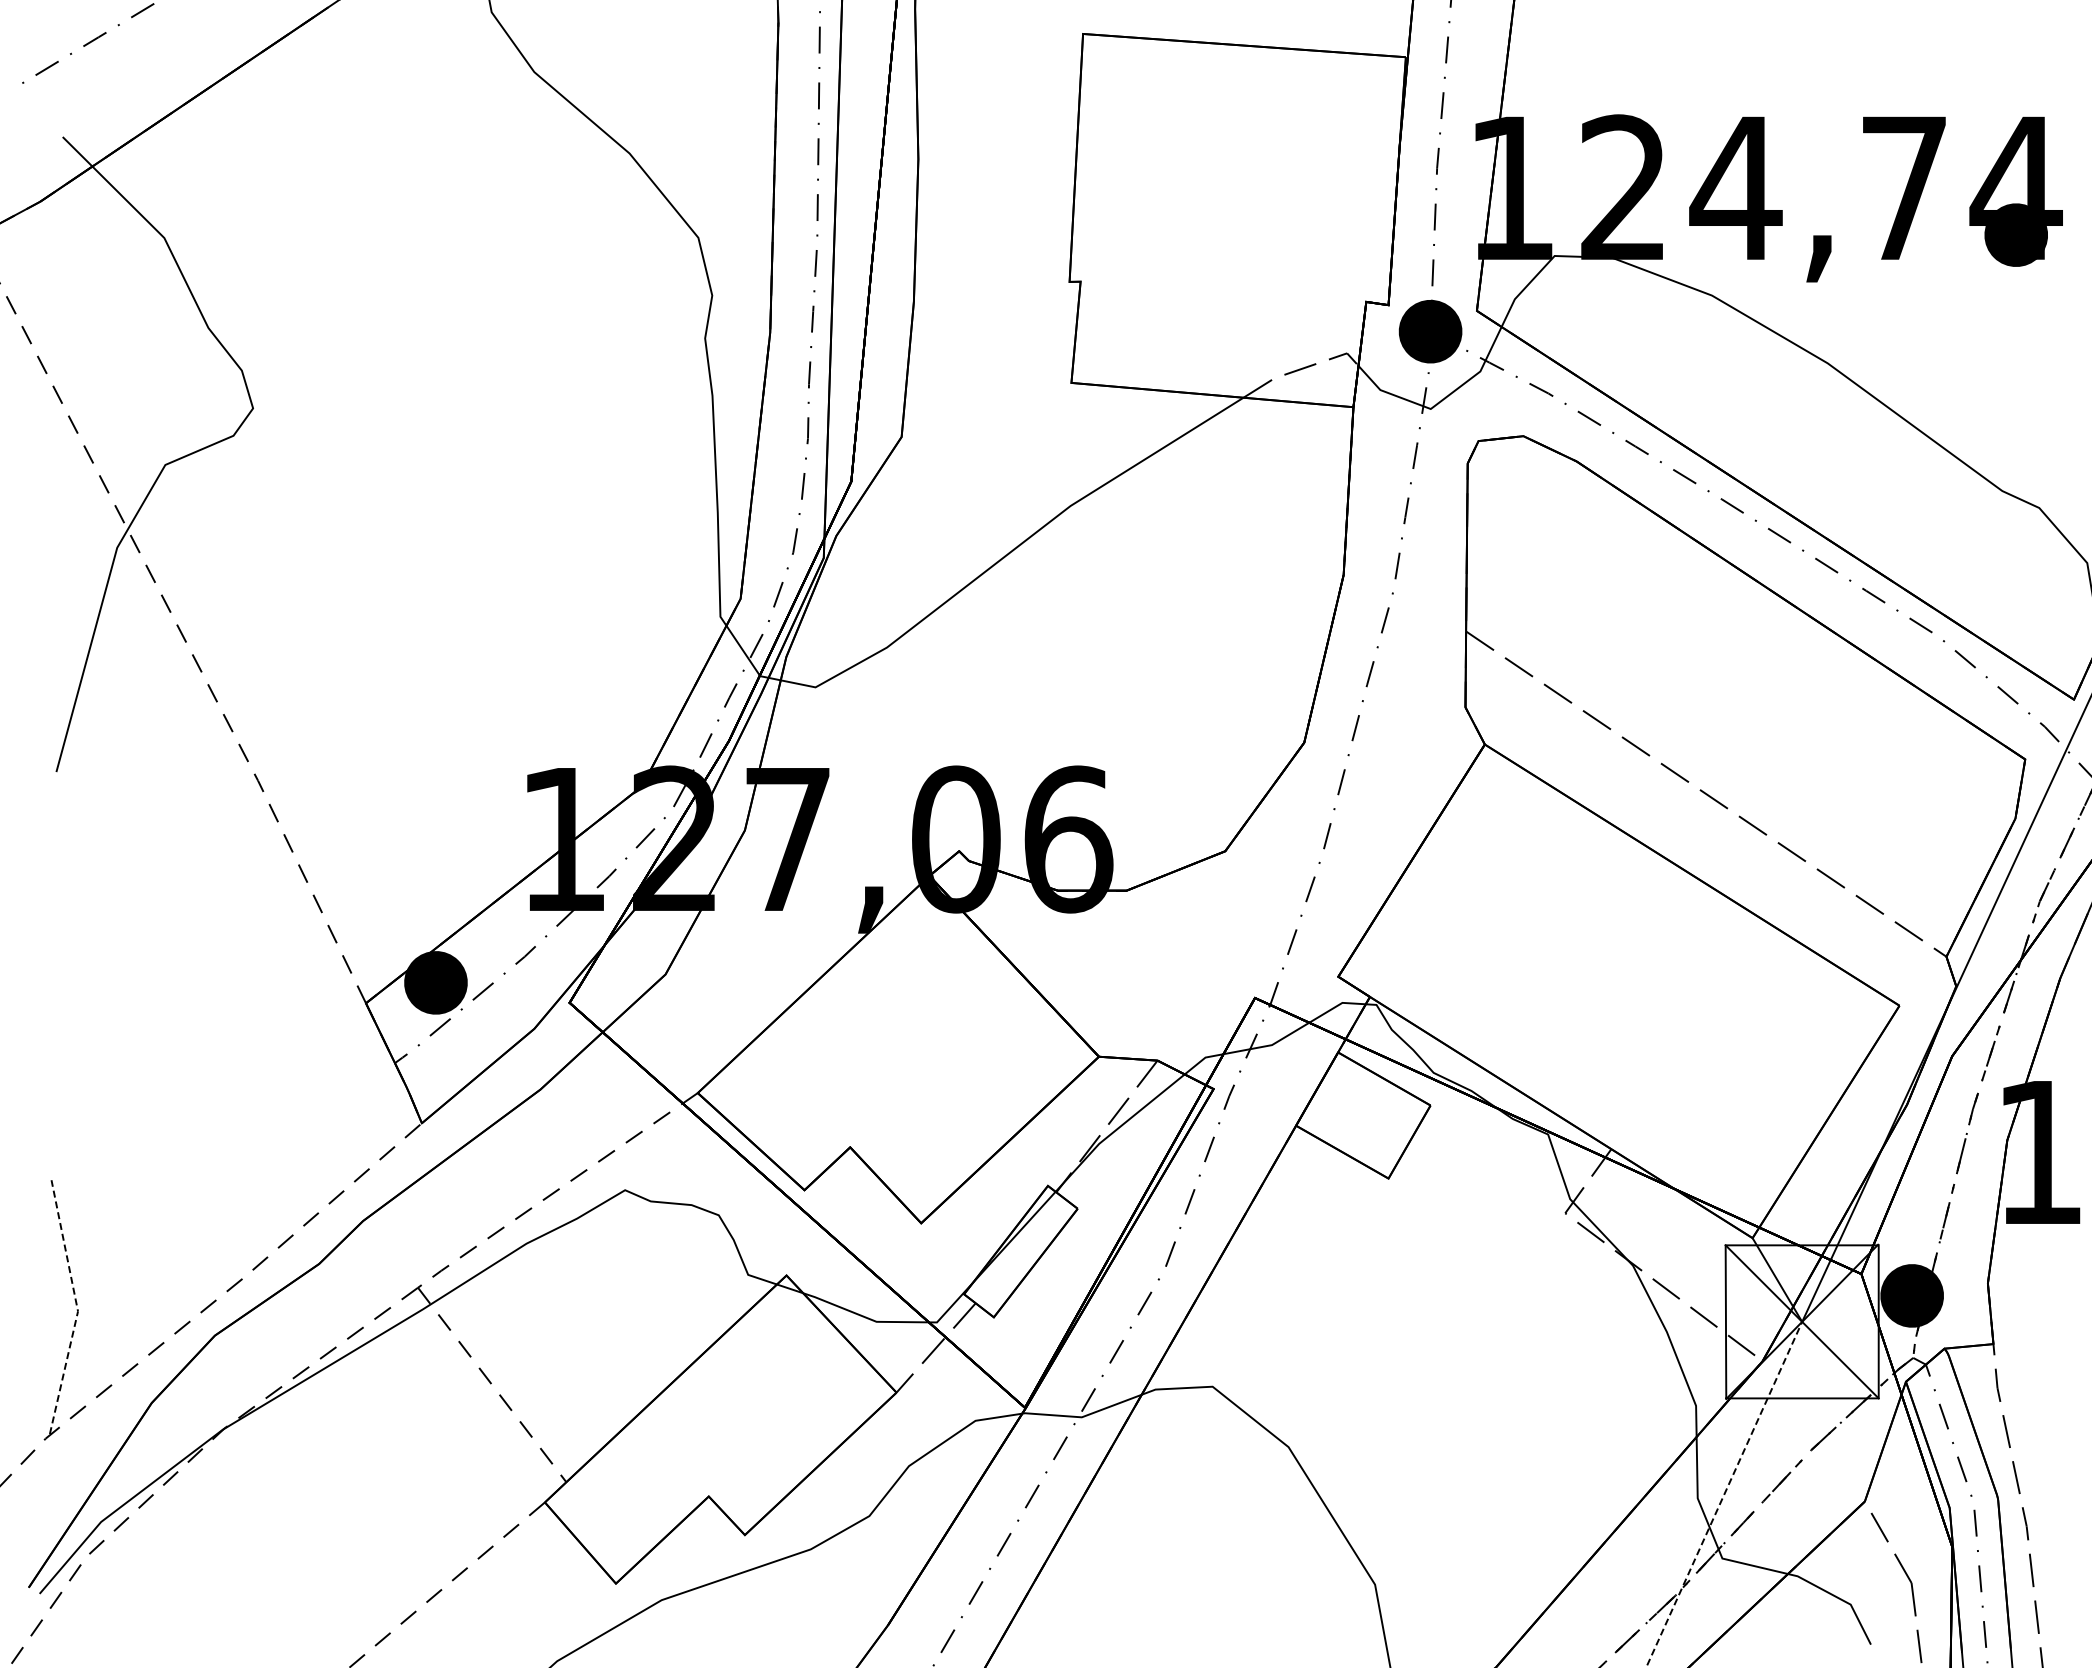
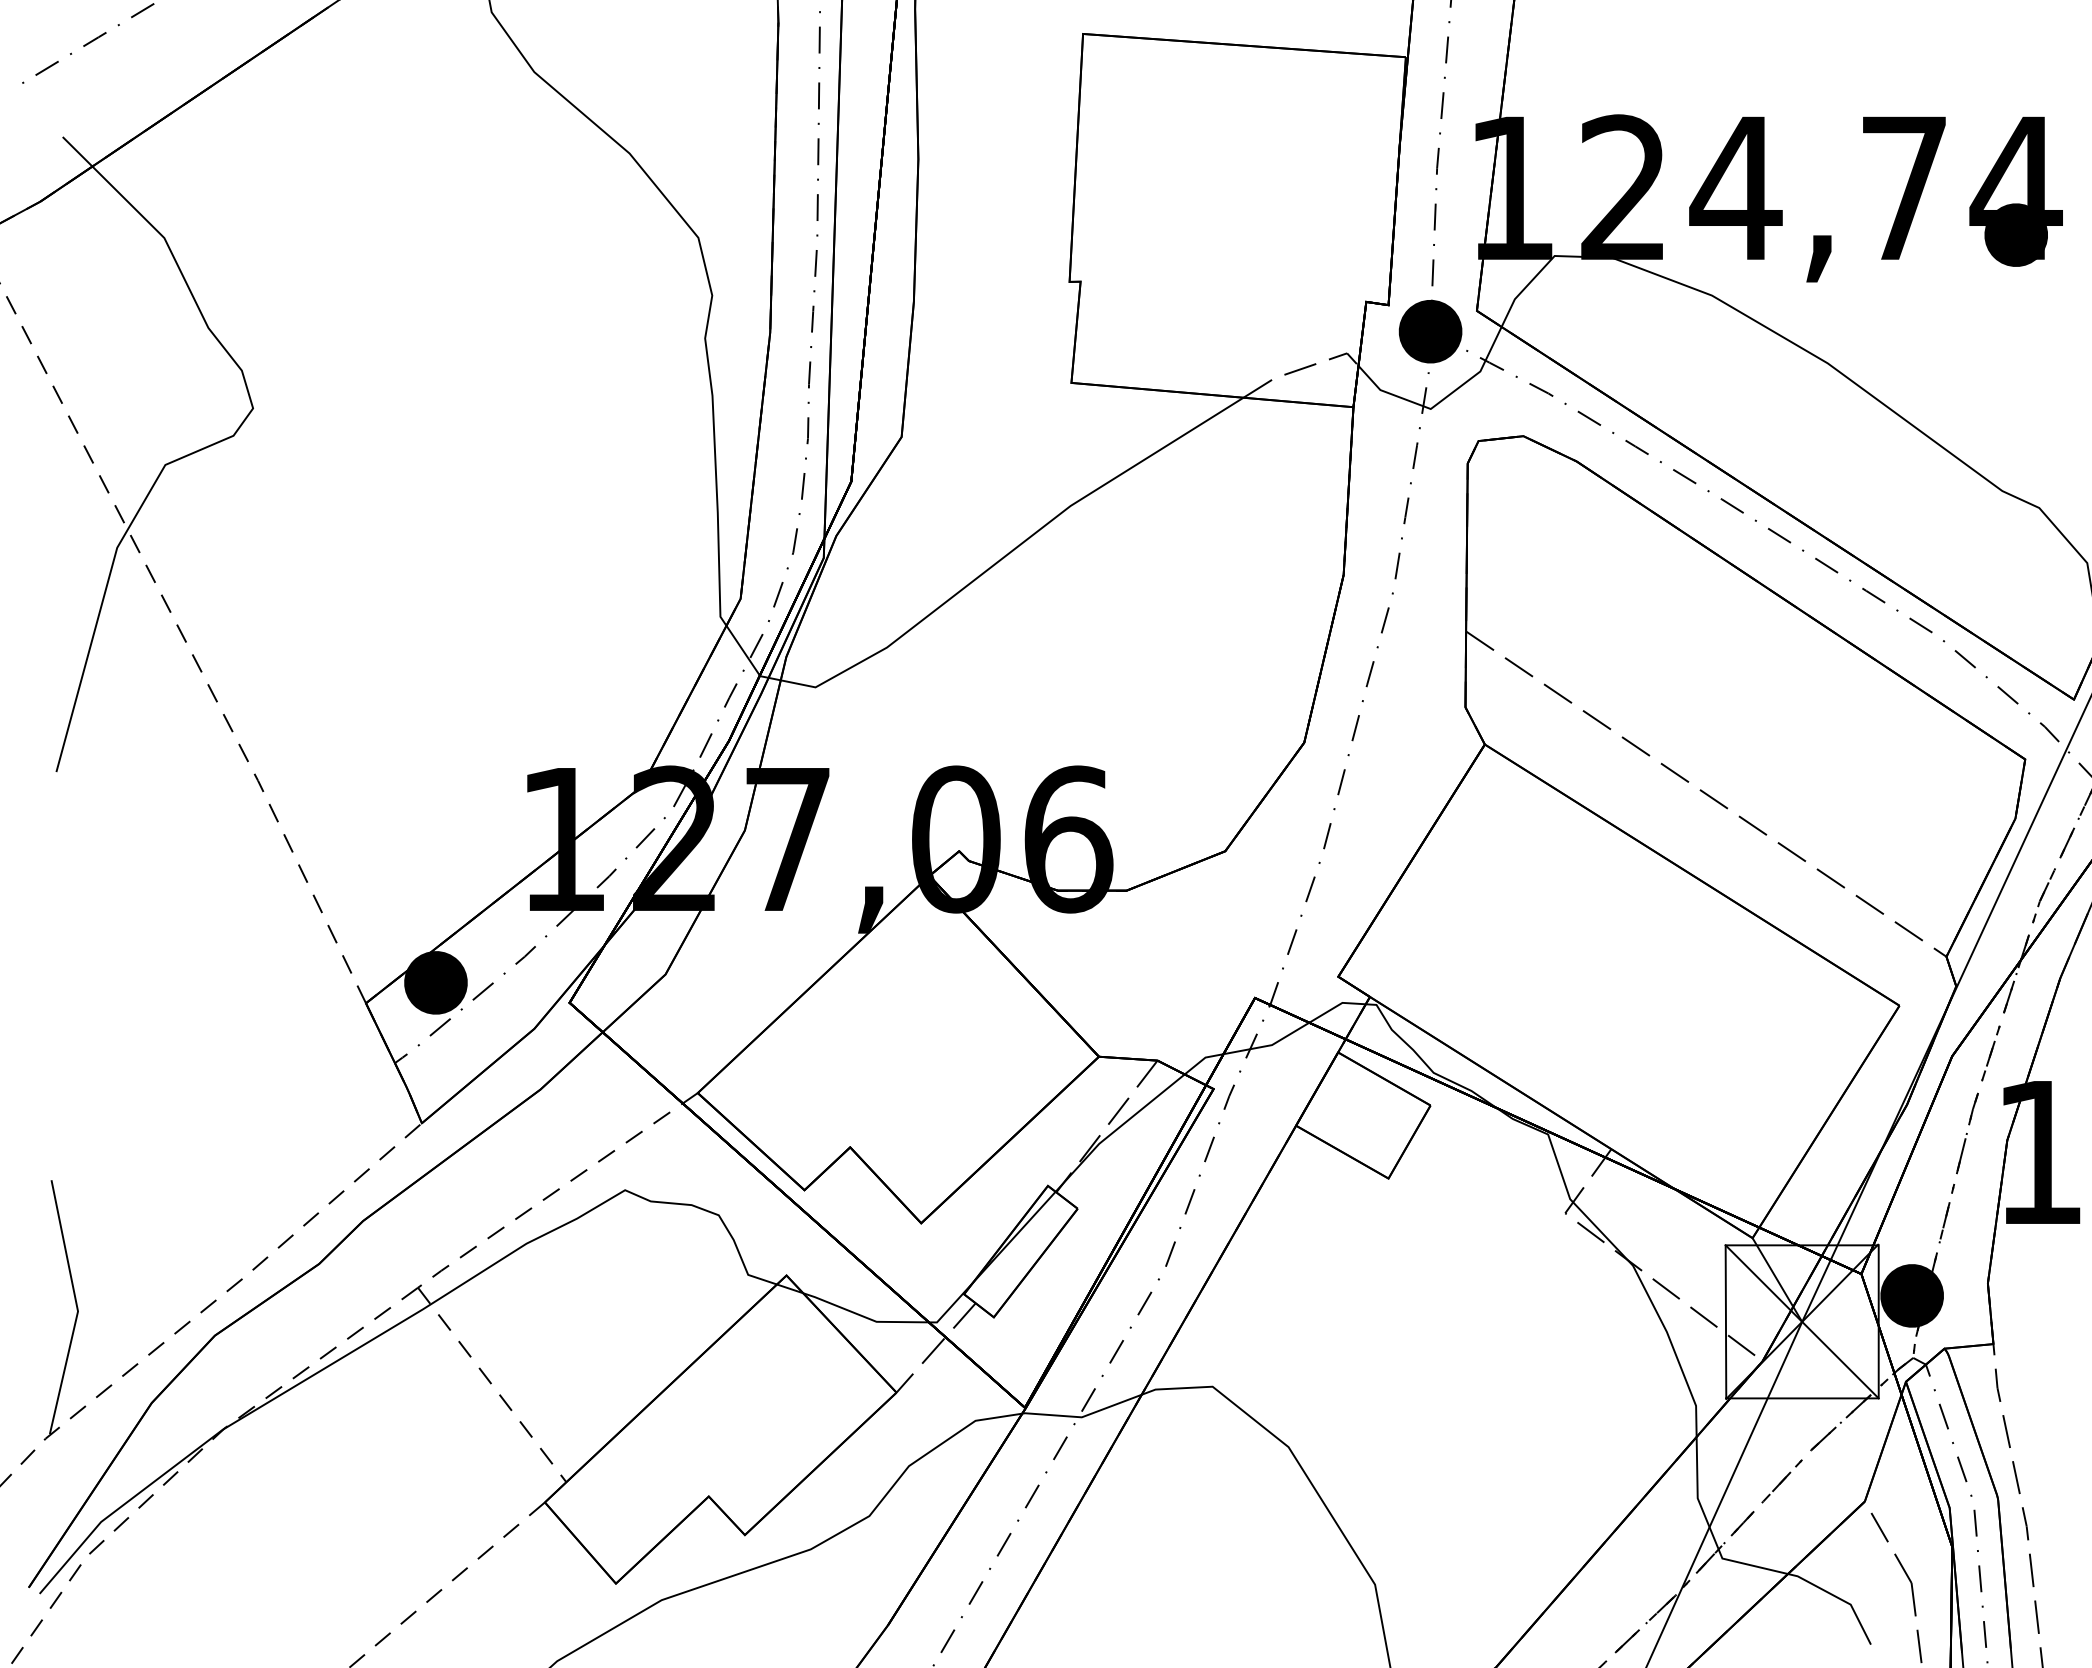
line at (77, 1307): dashed -> solid
line at (1724, 1494): dashed -> solid
